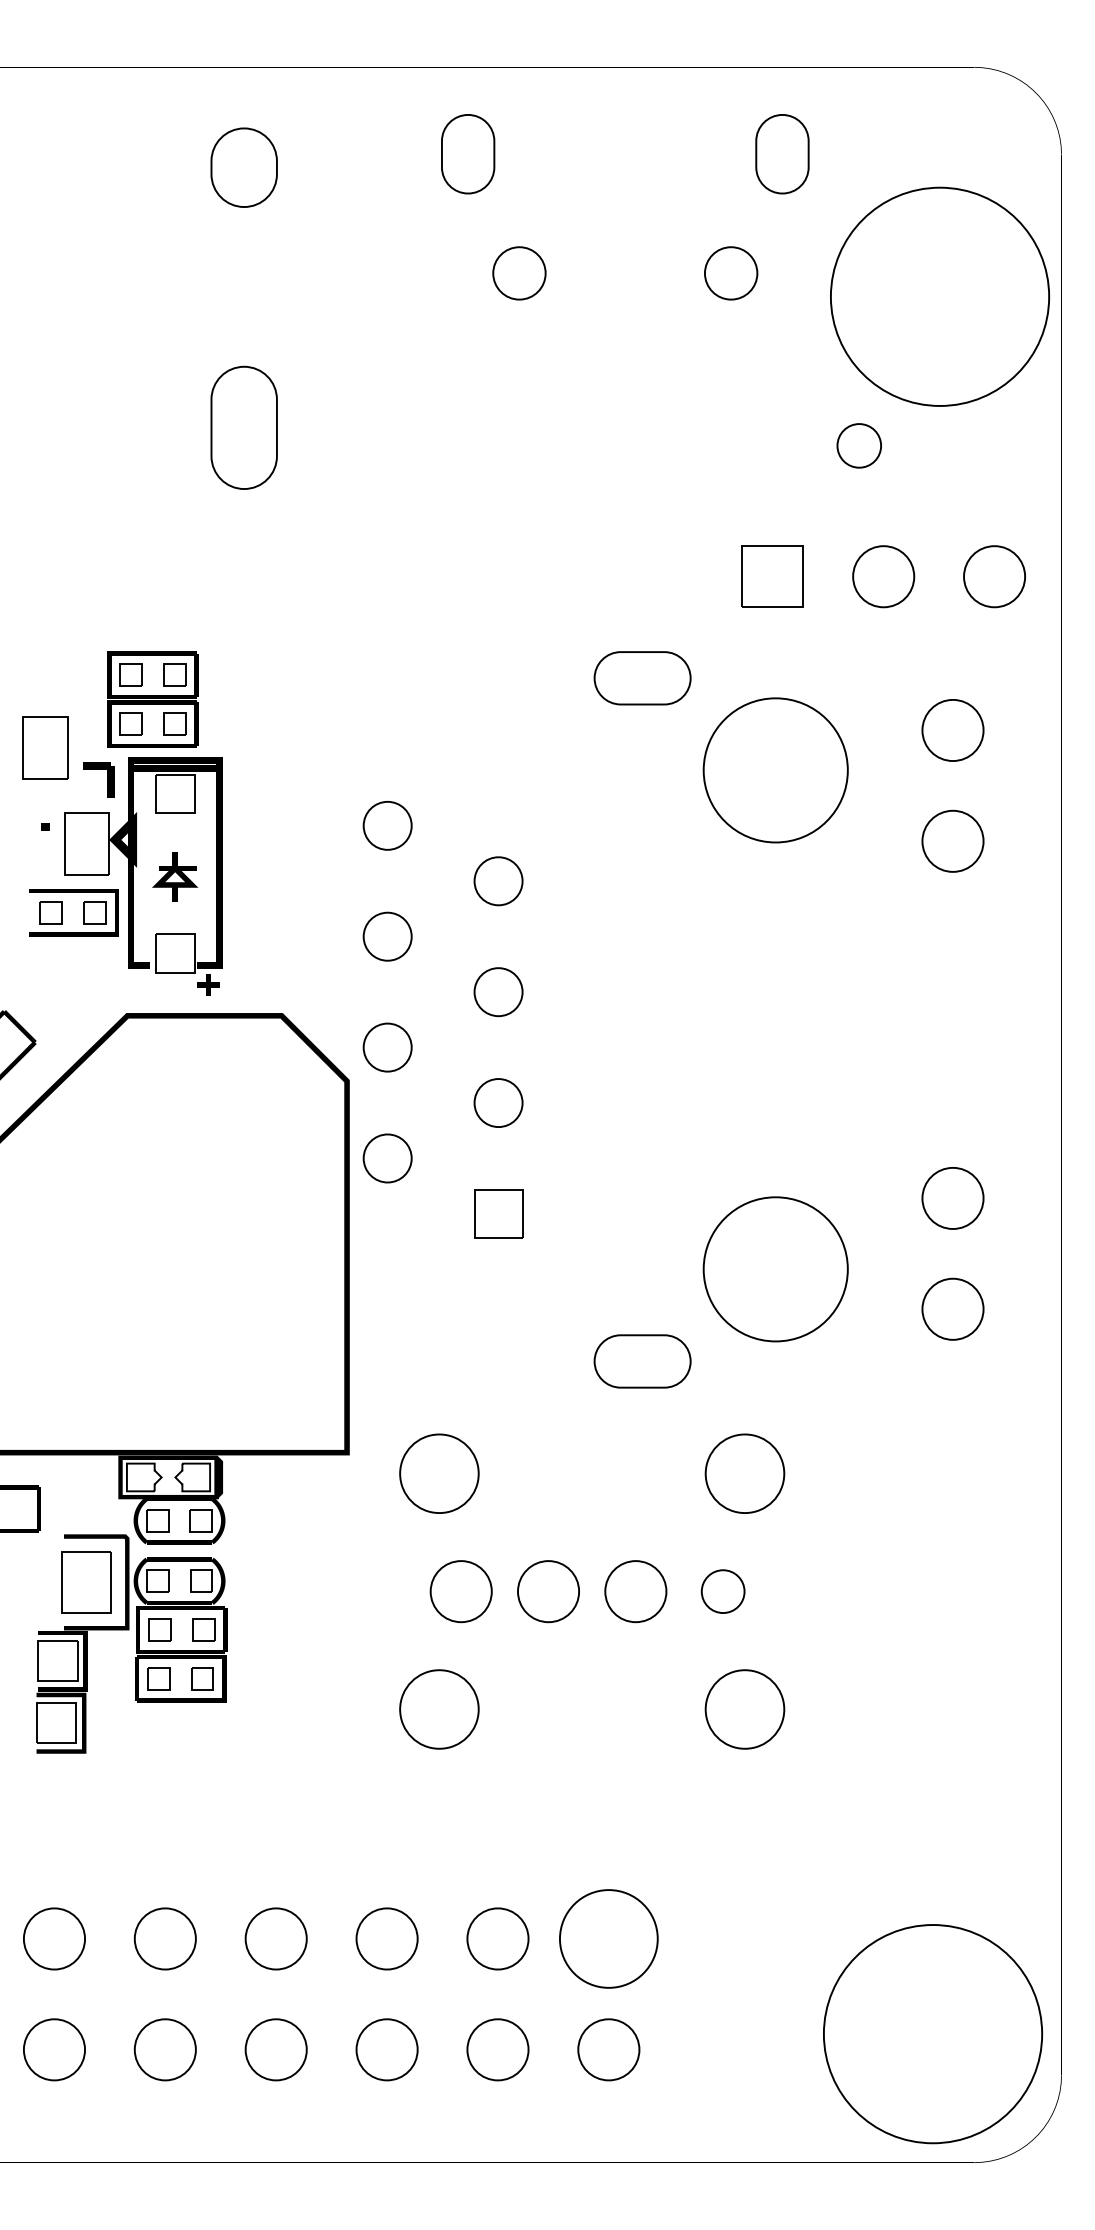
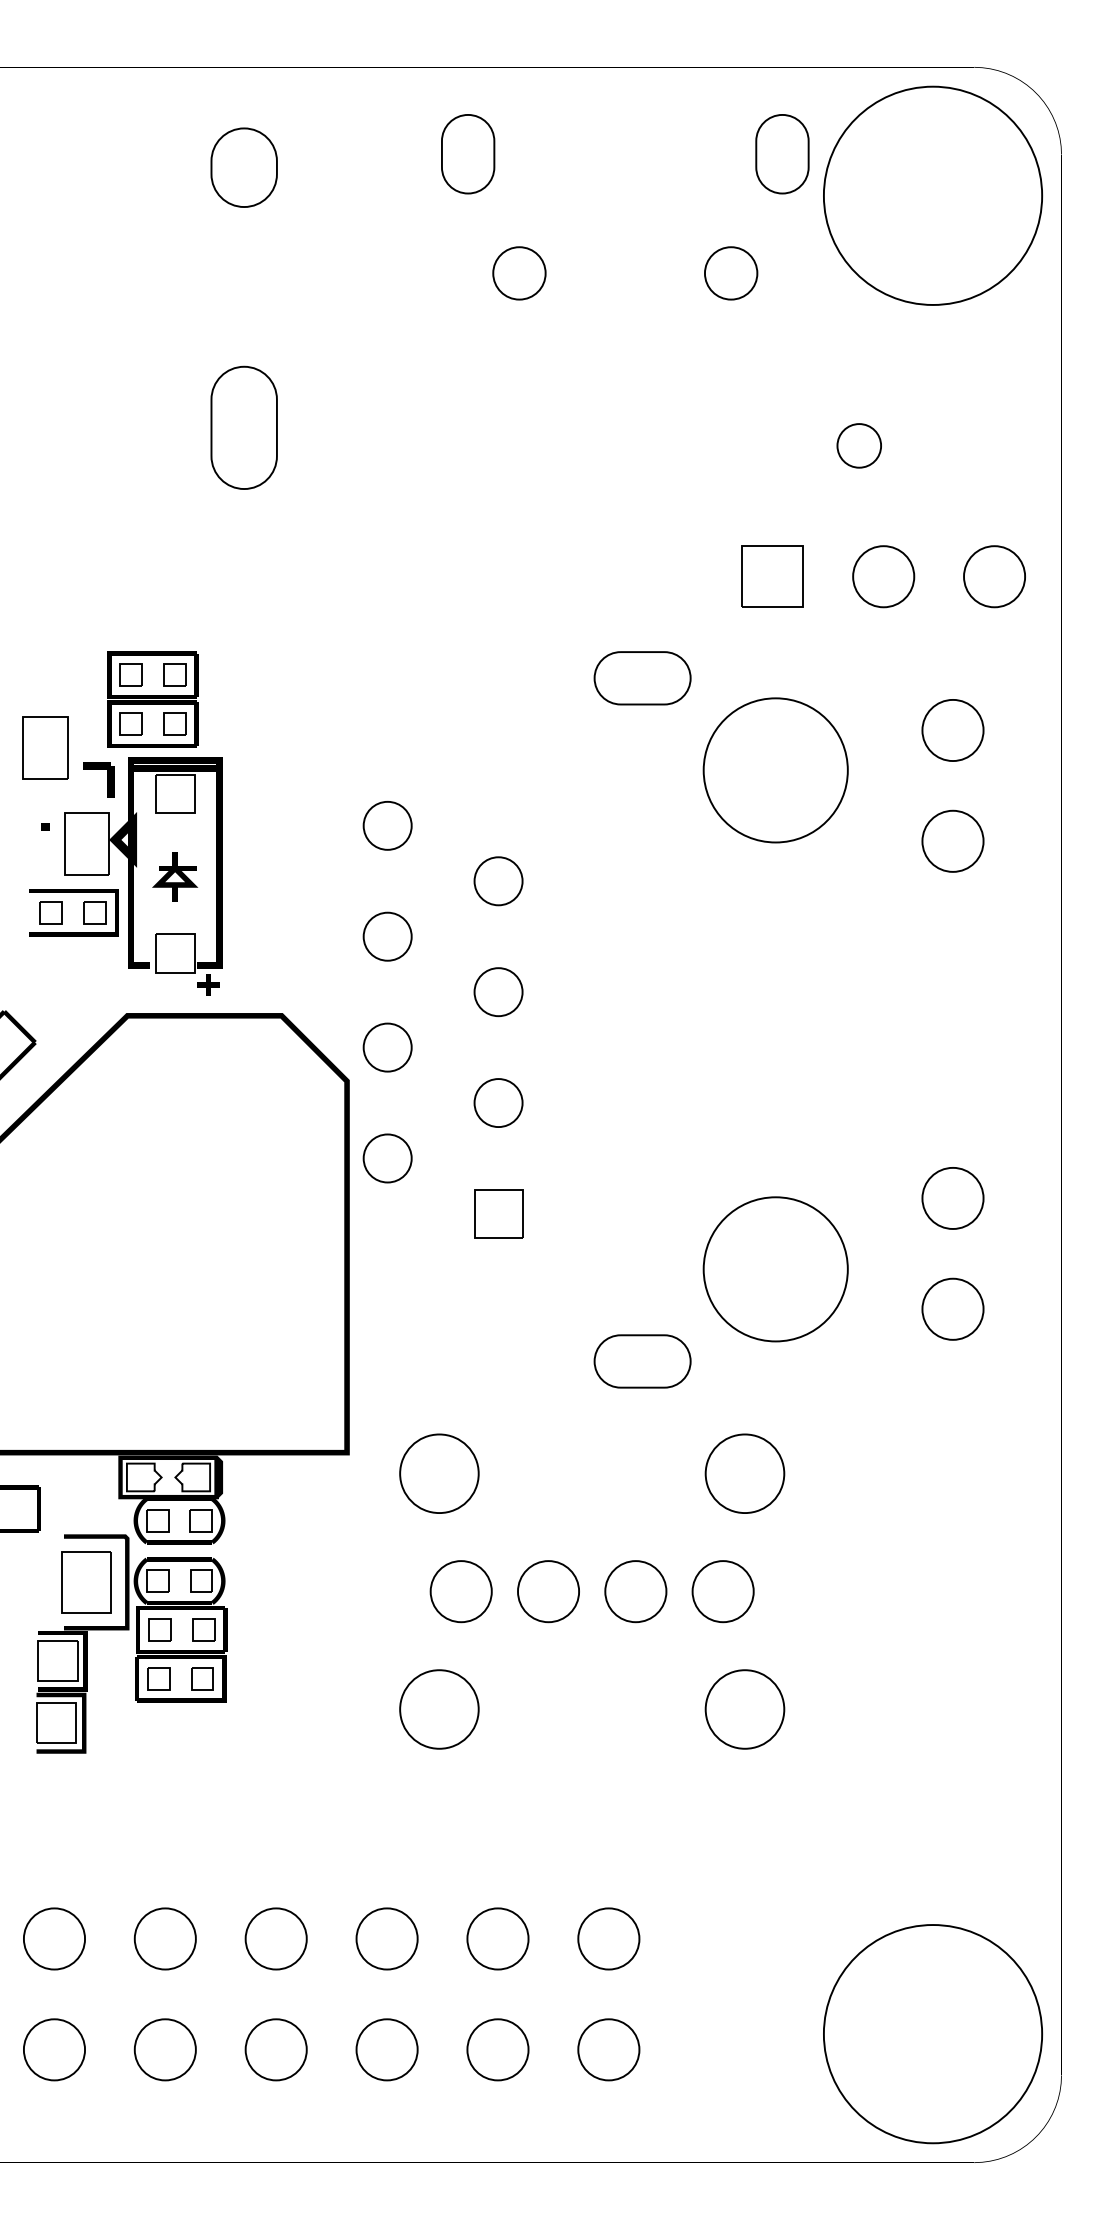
circle at (940, 296) position: (940, 296) -> (933, 195)
circle at (722, 1591) diameter: 43 px -> 61 px
circle at (608, 1938) diameter: 98 px -> 61 px
